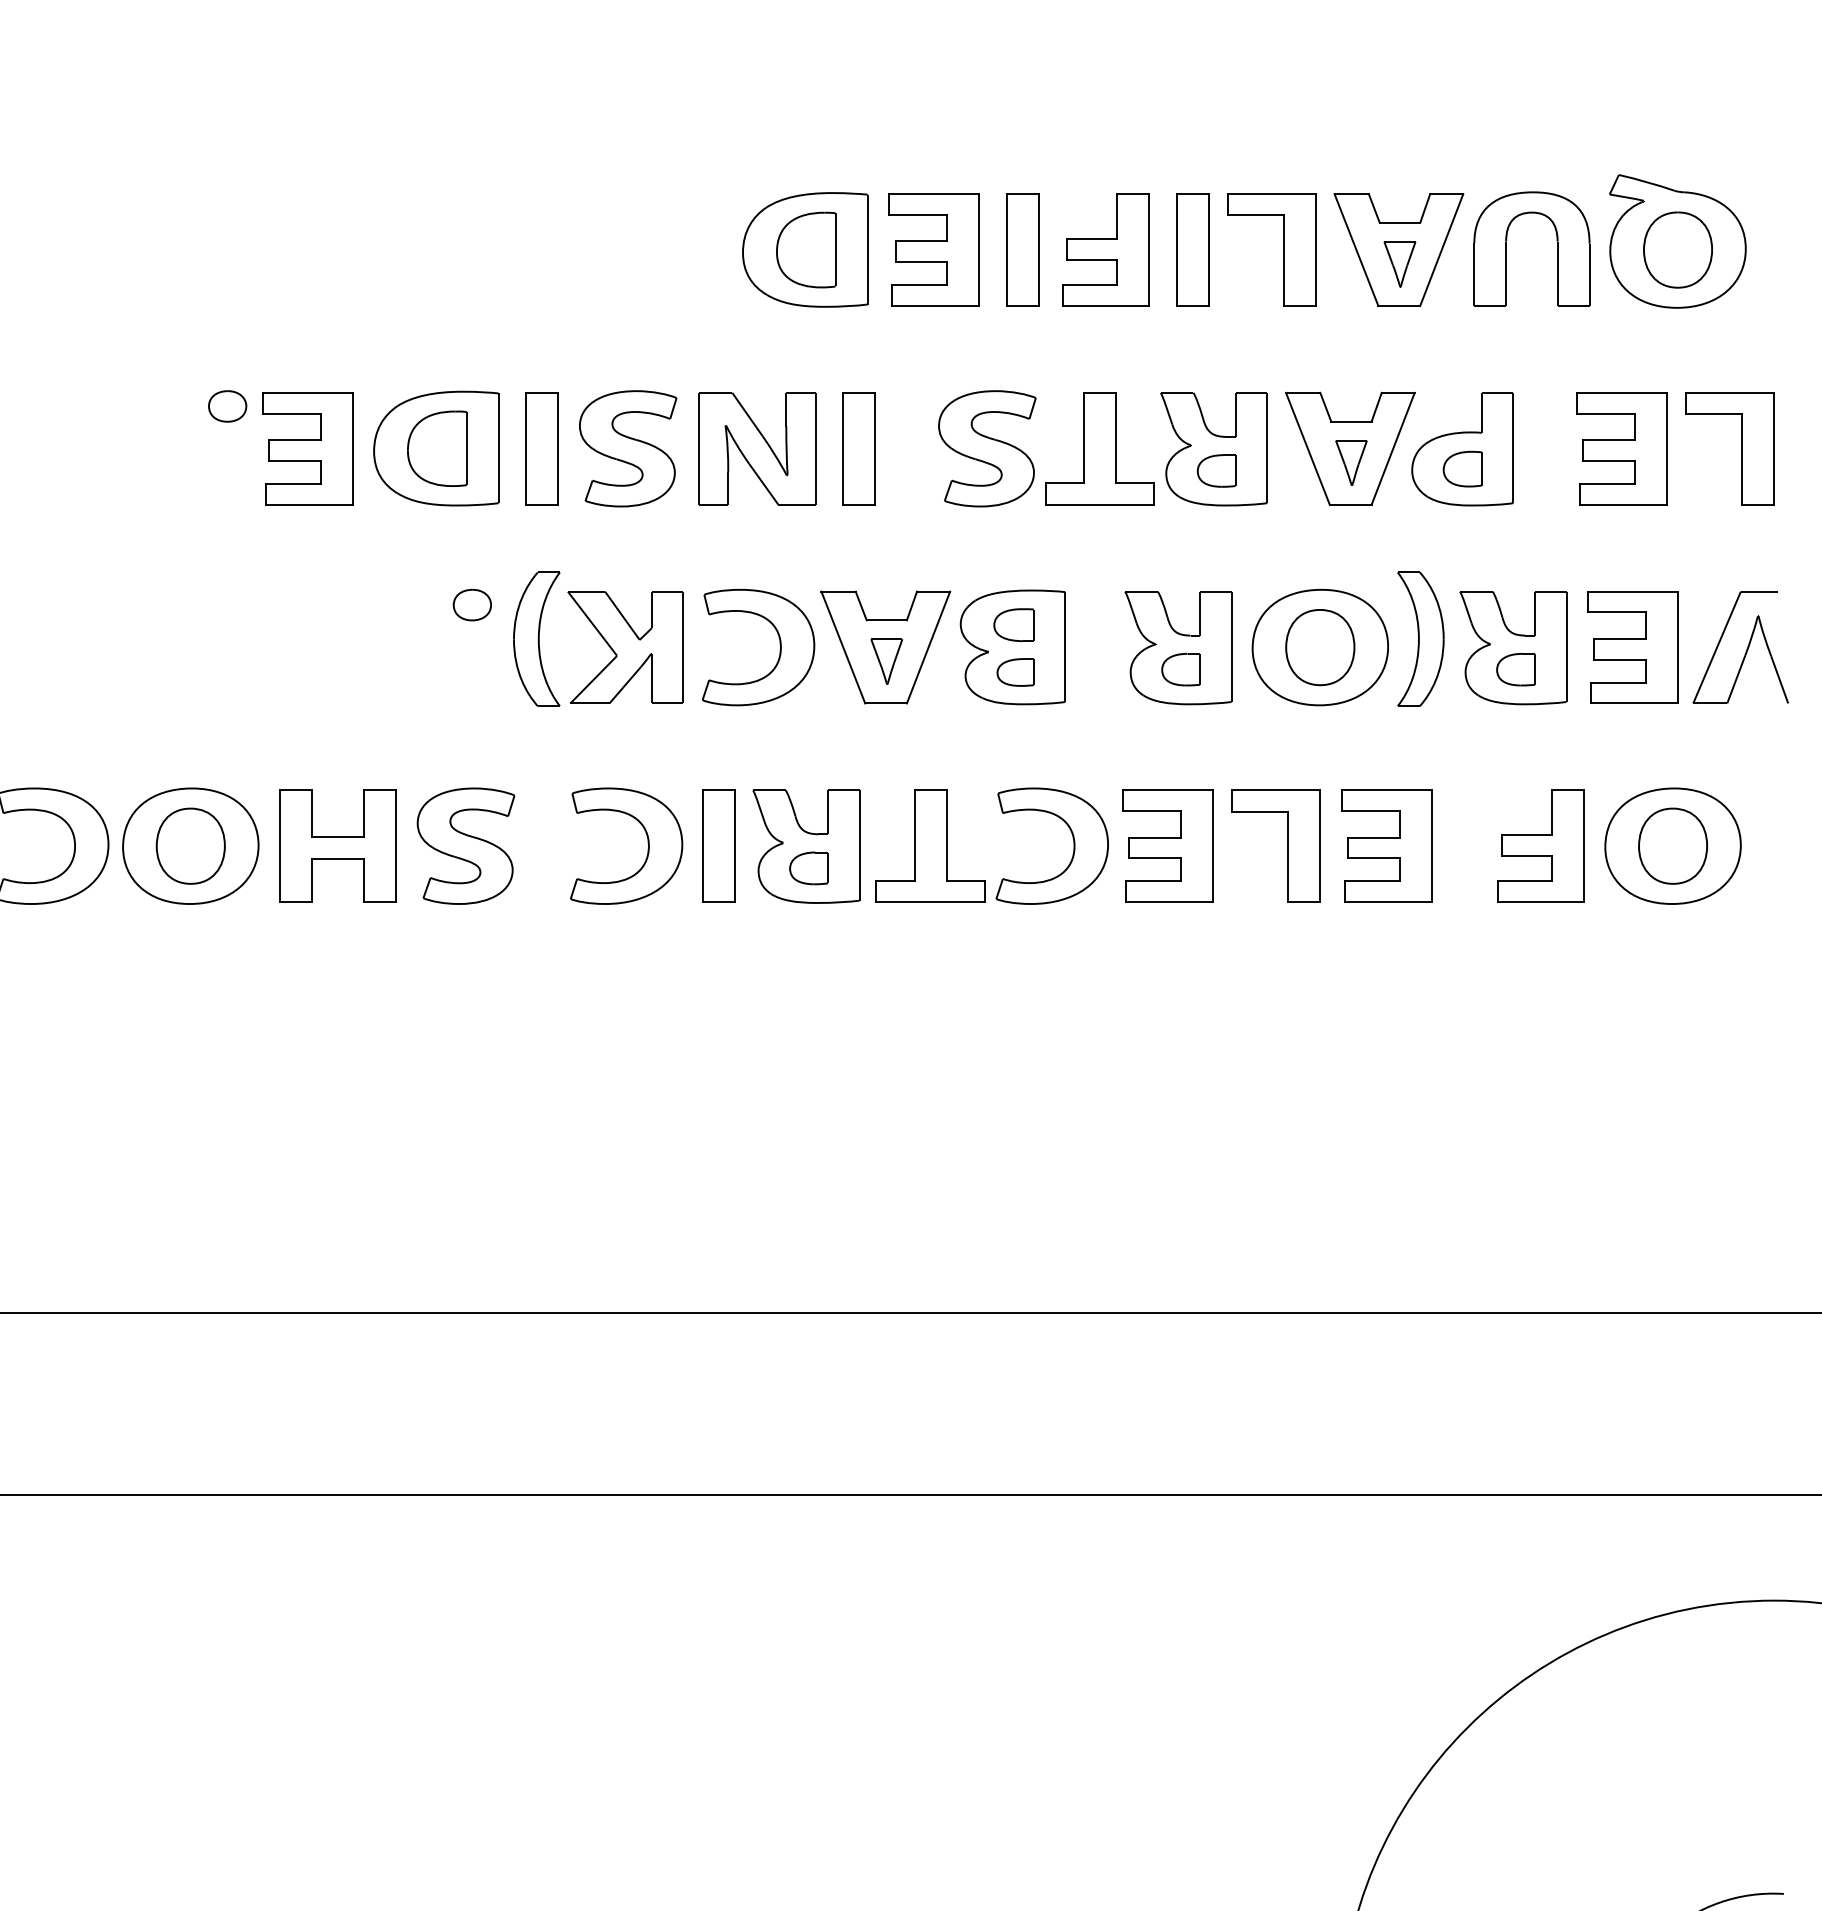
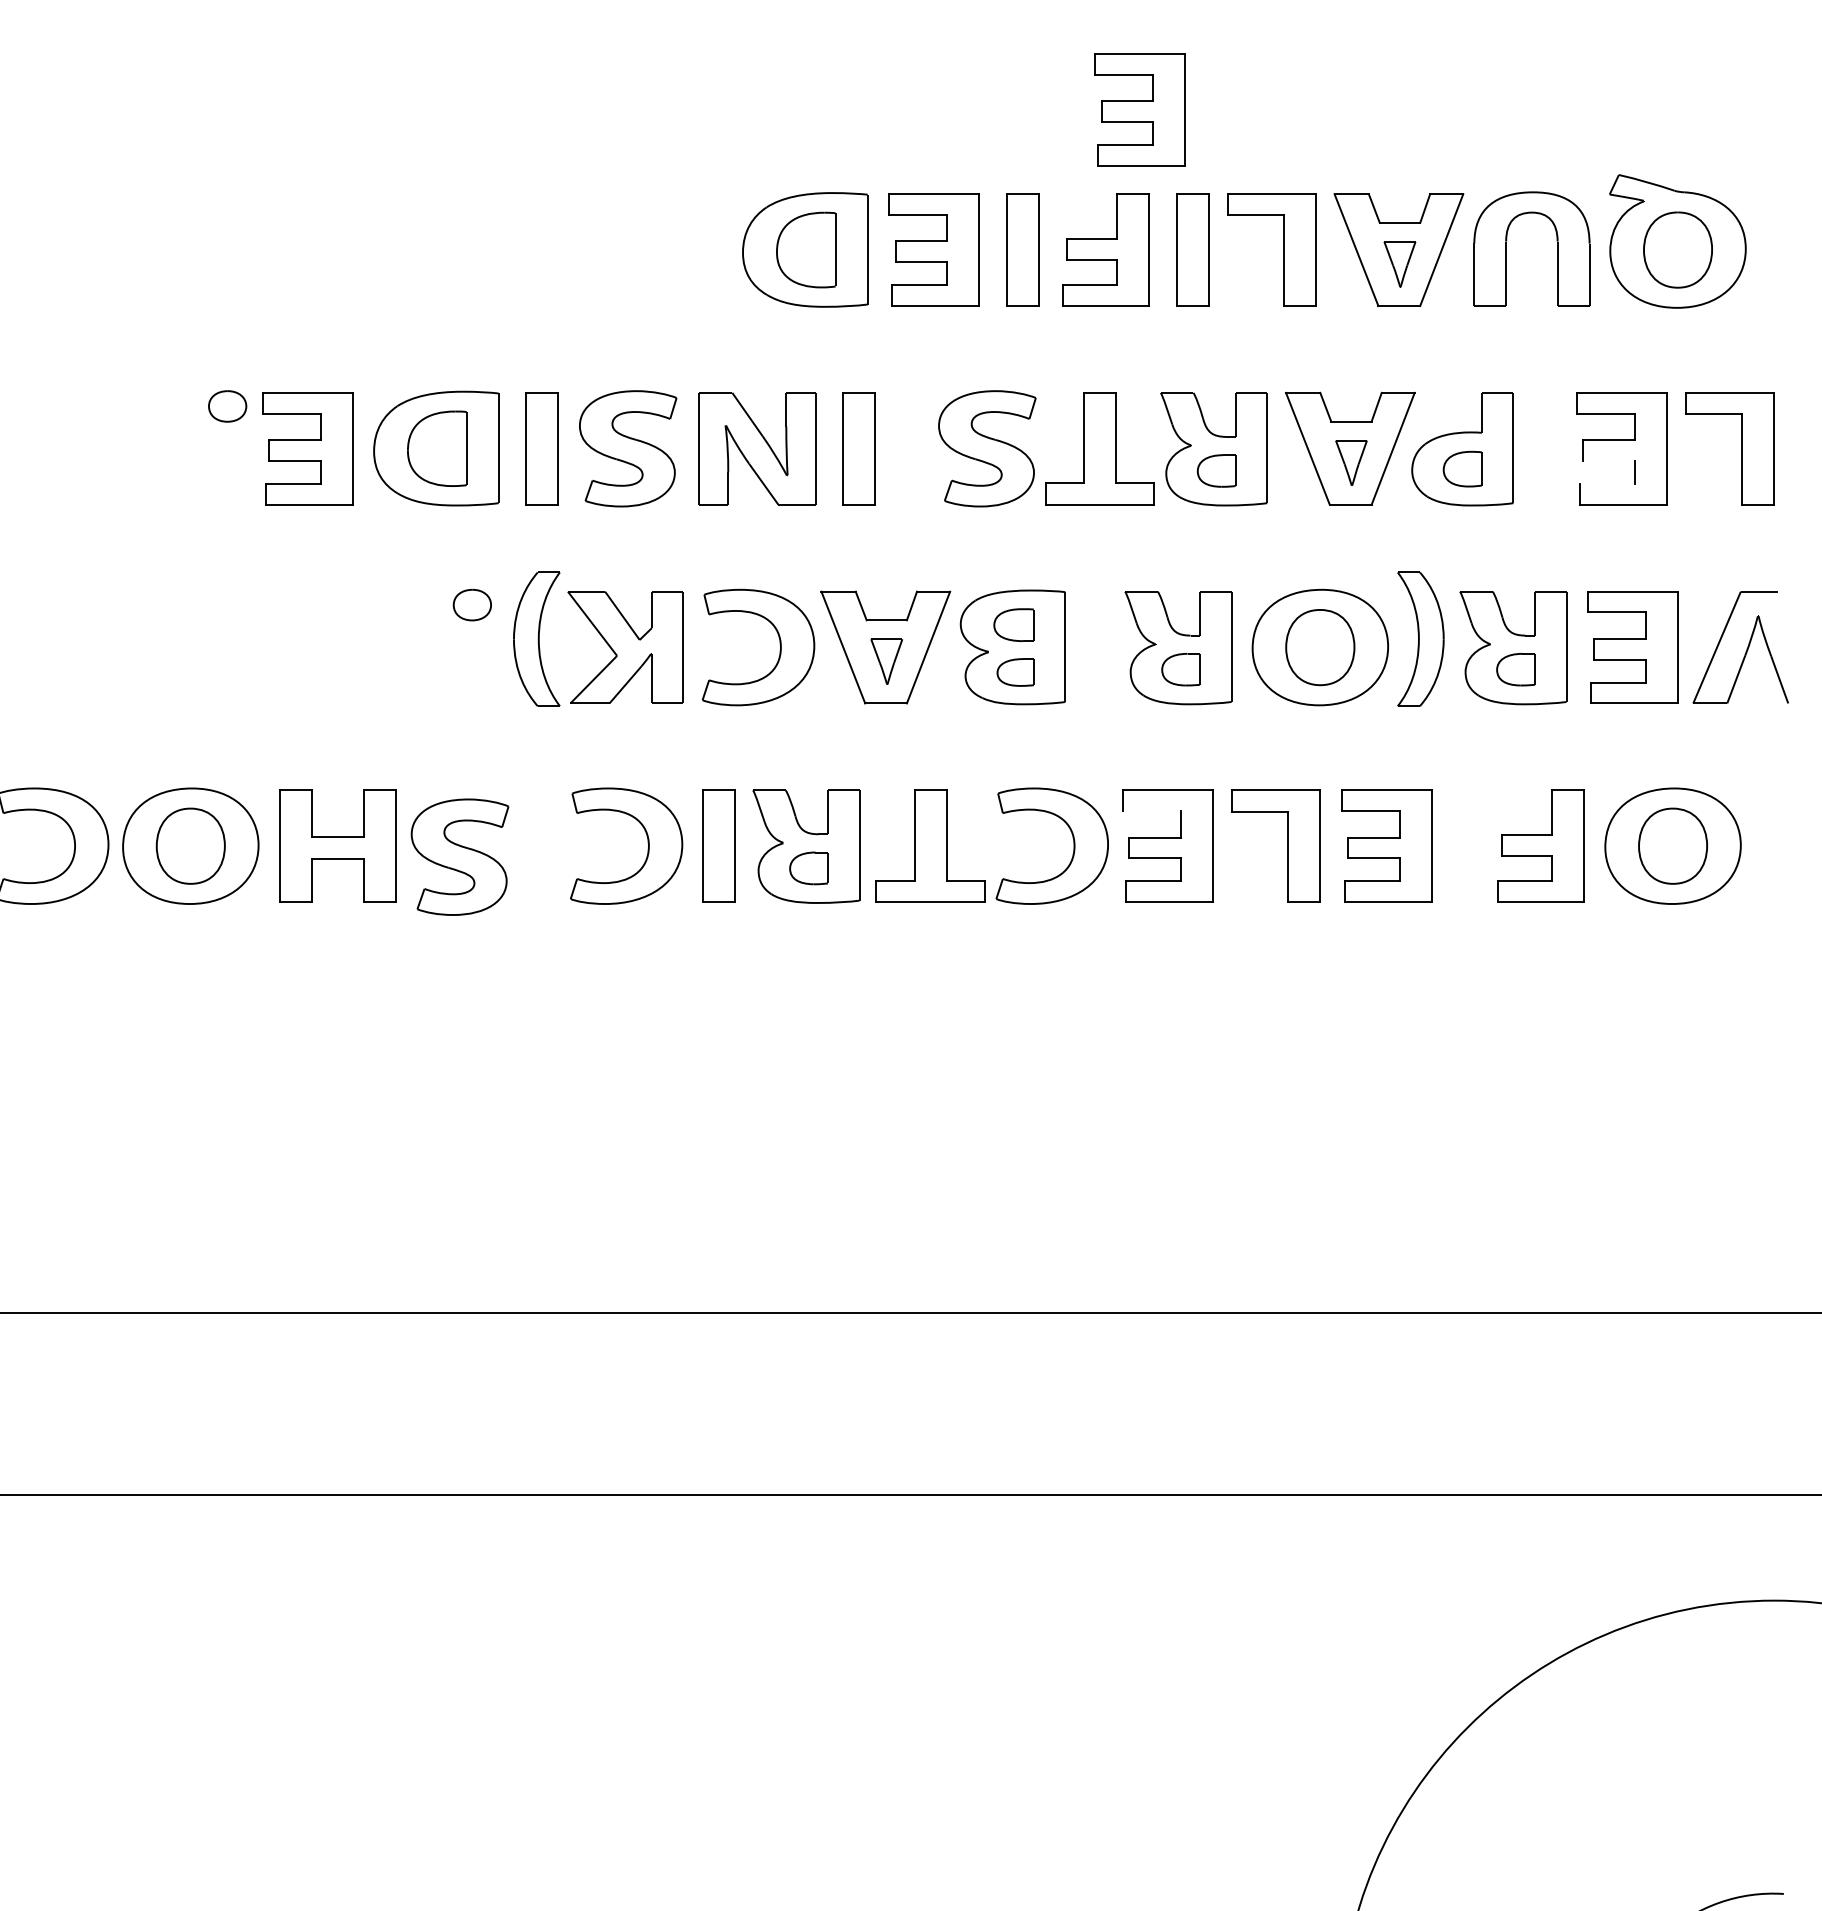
part at (1139, 109): none -> present
line at (1609, 460): present -> none
line at (1607, 483): present -> none
line at (1152, 811): present -> none
part at (465, 845) position: (465, 845) -> (459, 856)
